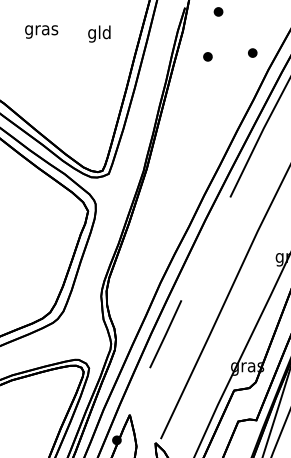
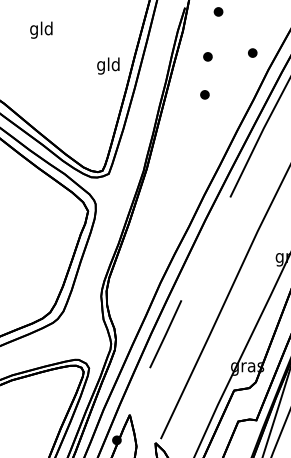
text at (41, 29): gras -> gld
text at (99, 33) position: (99, 33) -> (108, 65)
part at (204, 94): none -> present
